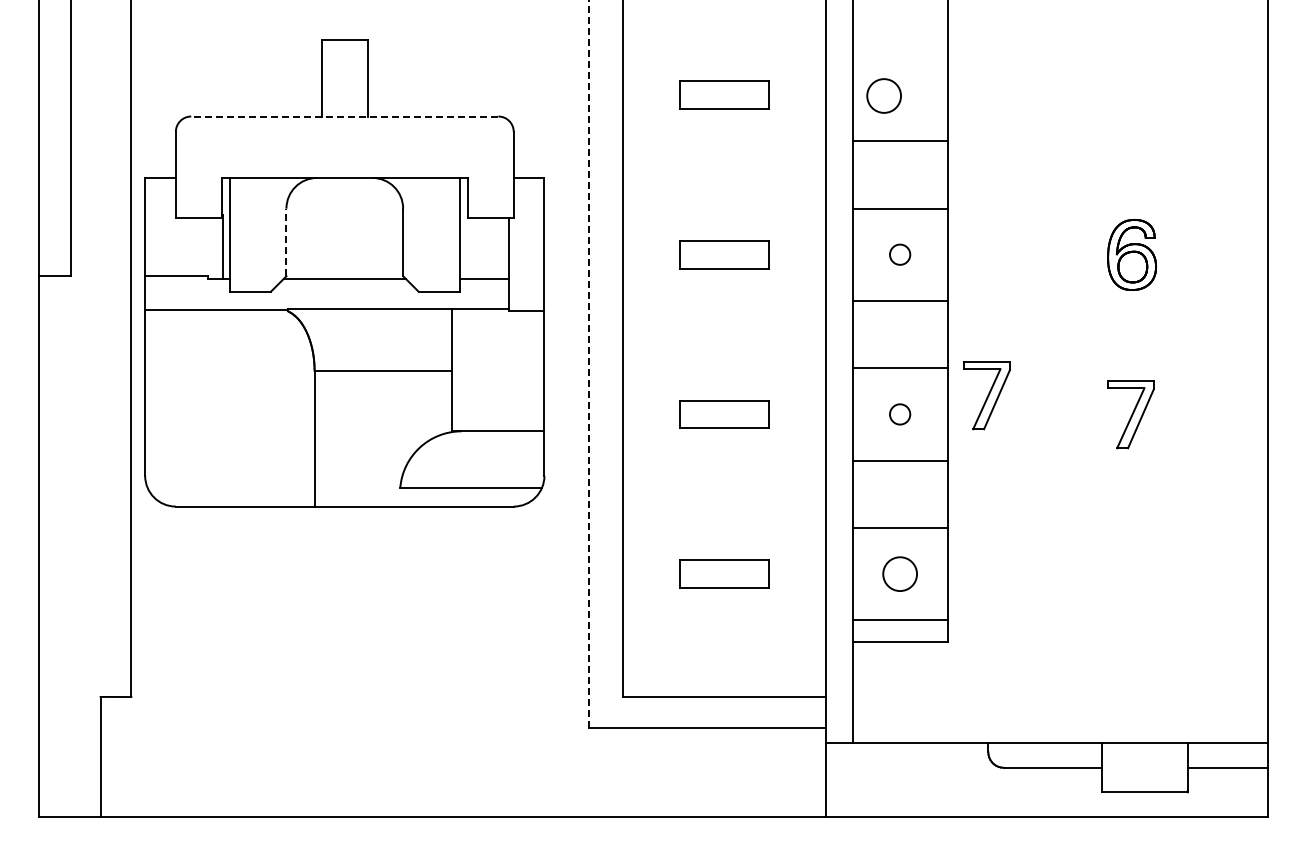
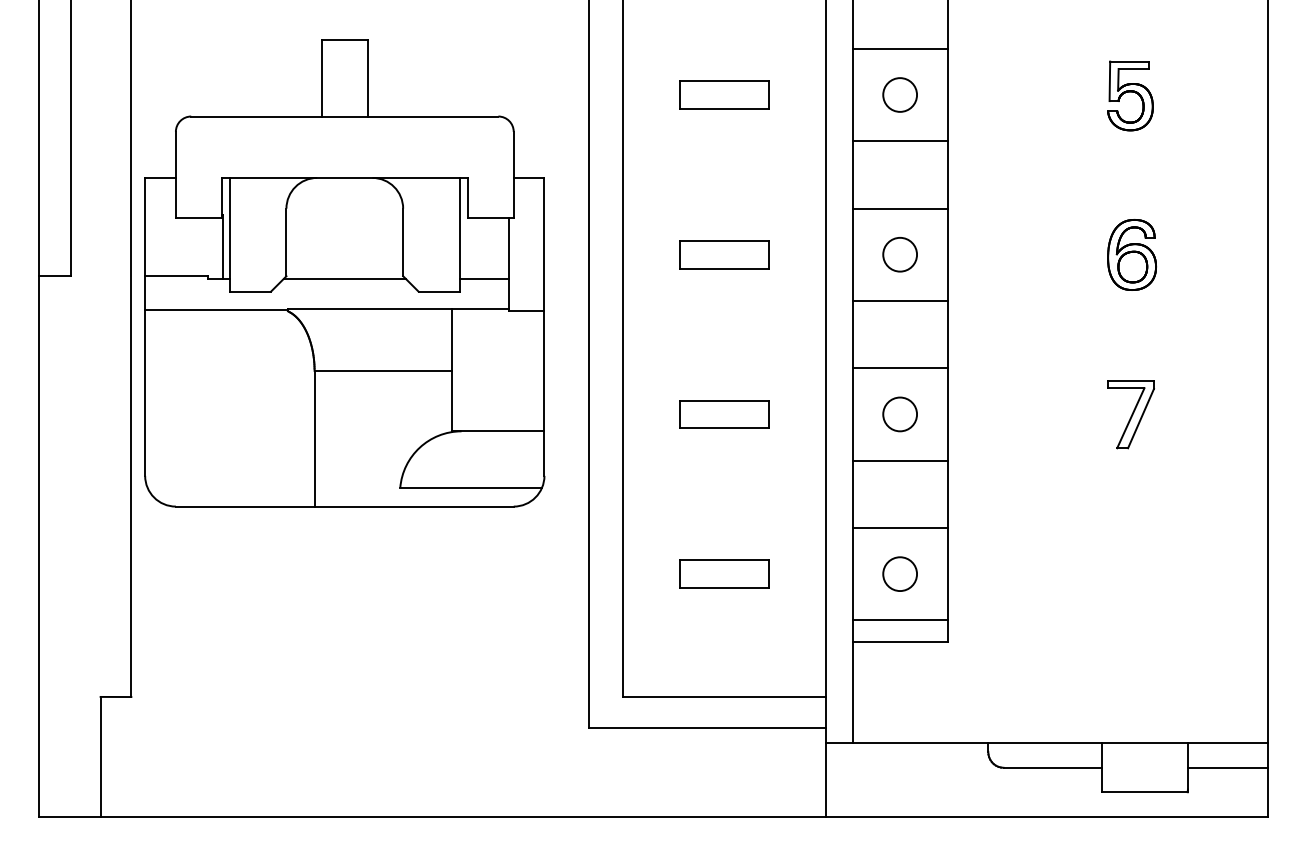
line at (900, 48): none -> present
circle at (883, 95) position: (883, 95) -> (899, 94)
part at (1130, 95): none -> present
line at (344, 116): dashed -> solid
line at (286, 242): dashed -> solid
circle at (900, 254) diameter: 20 px -> 34 px
line at (588, 363): dashed -> solid
part at (986, 395): present -> none
circle at (900, 414) diameter: 20 px -> 34 px
